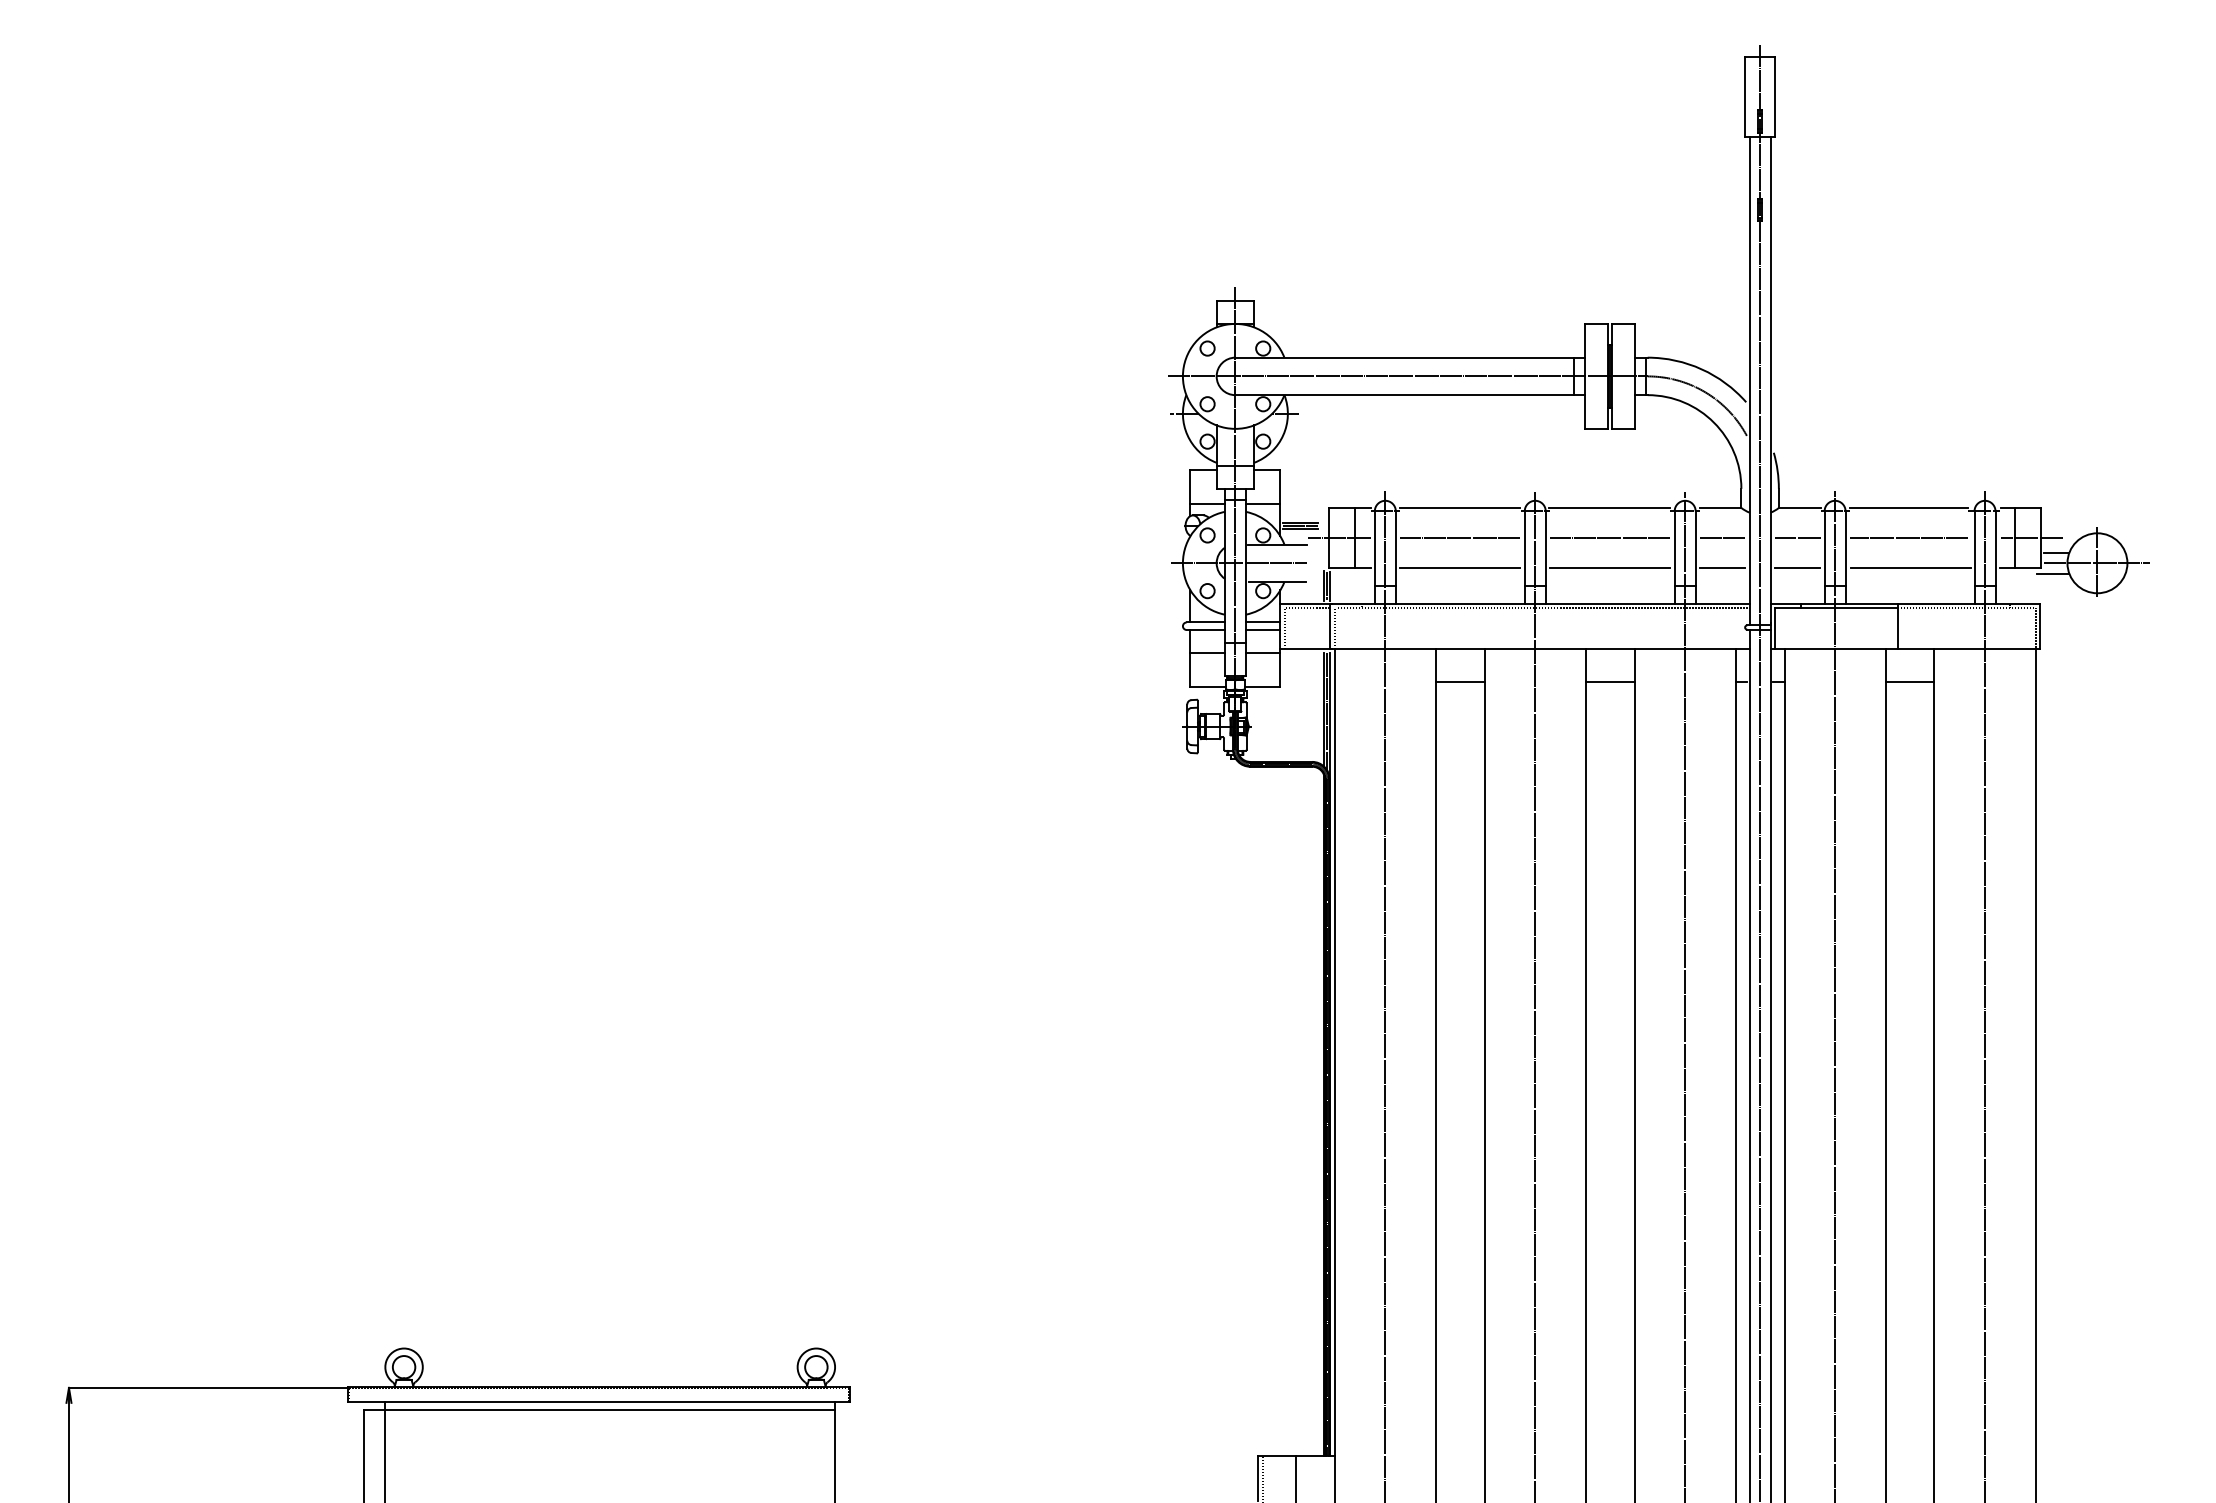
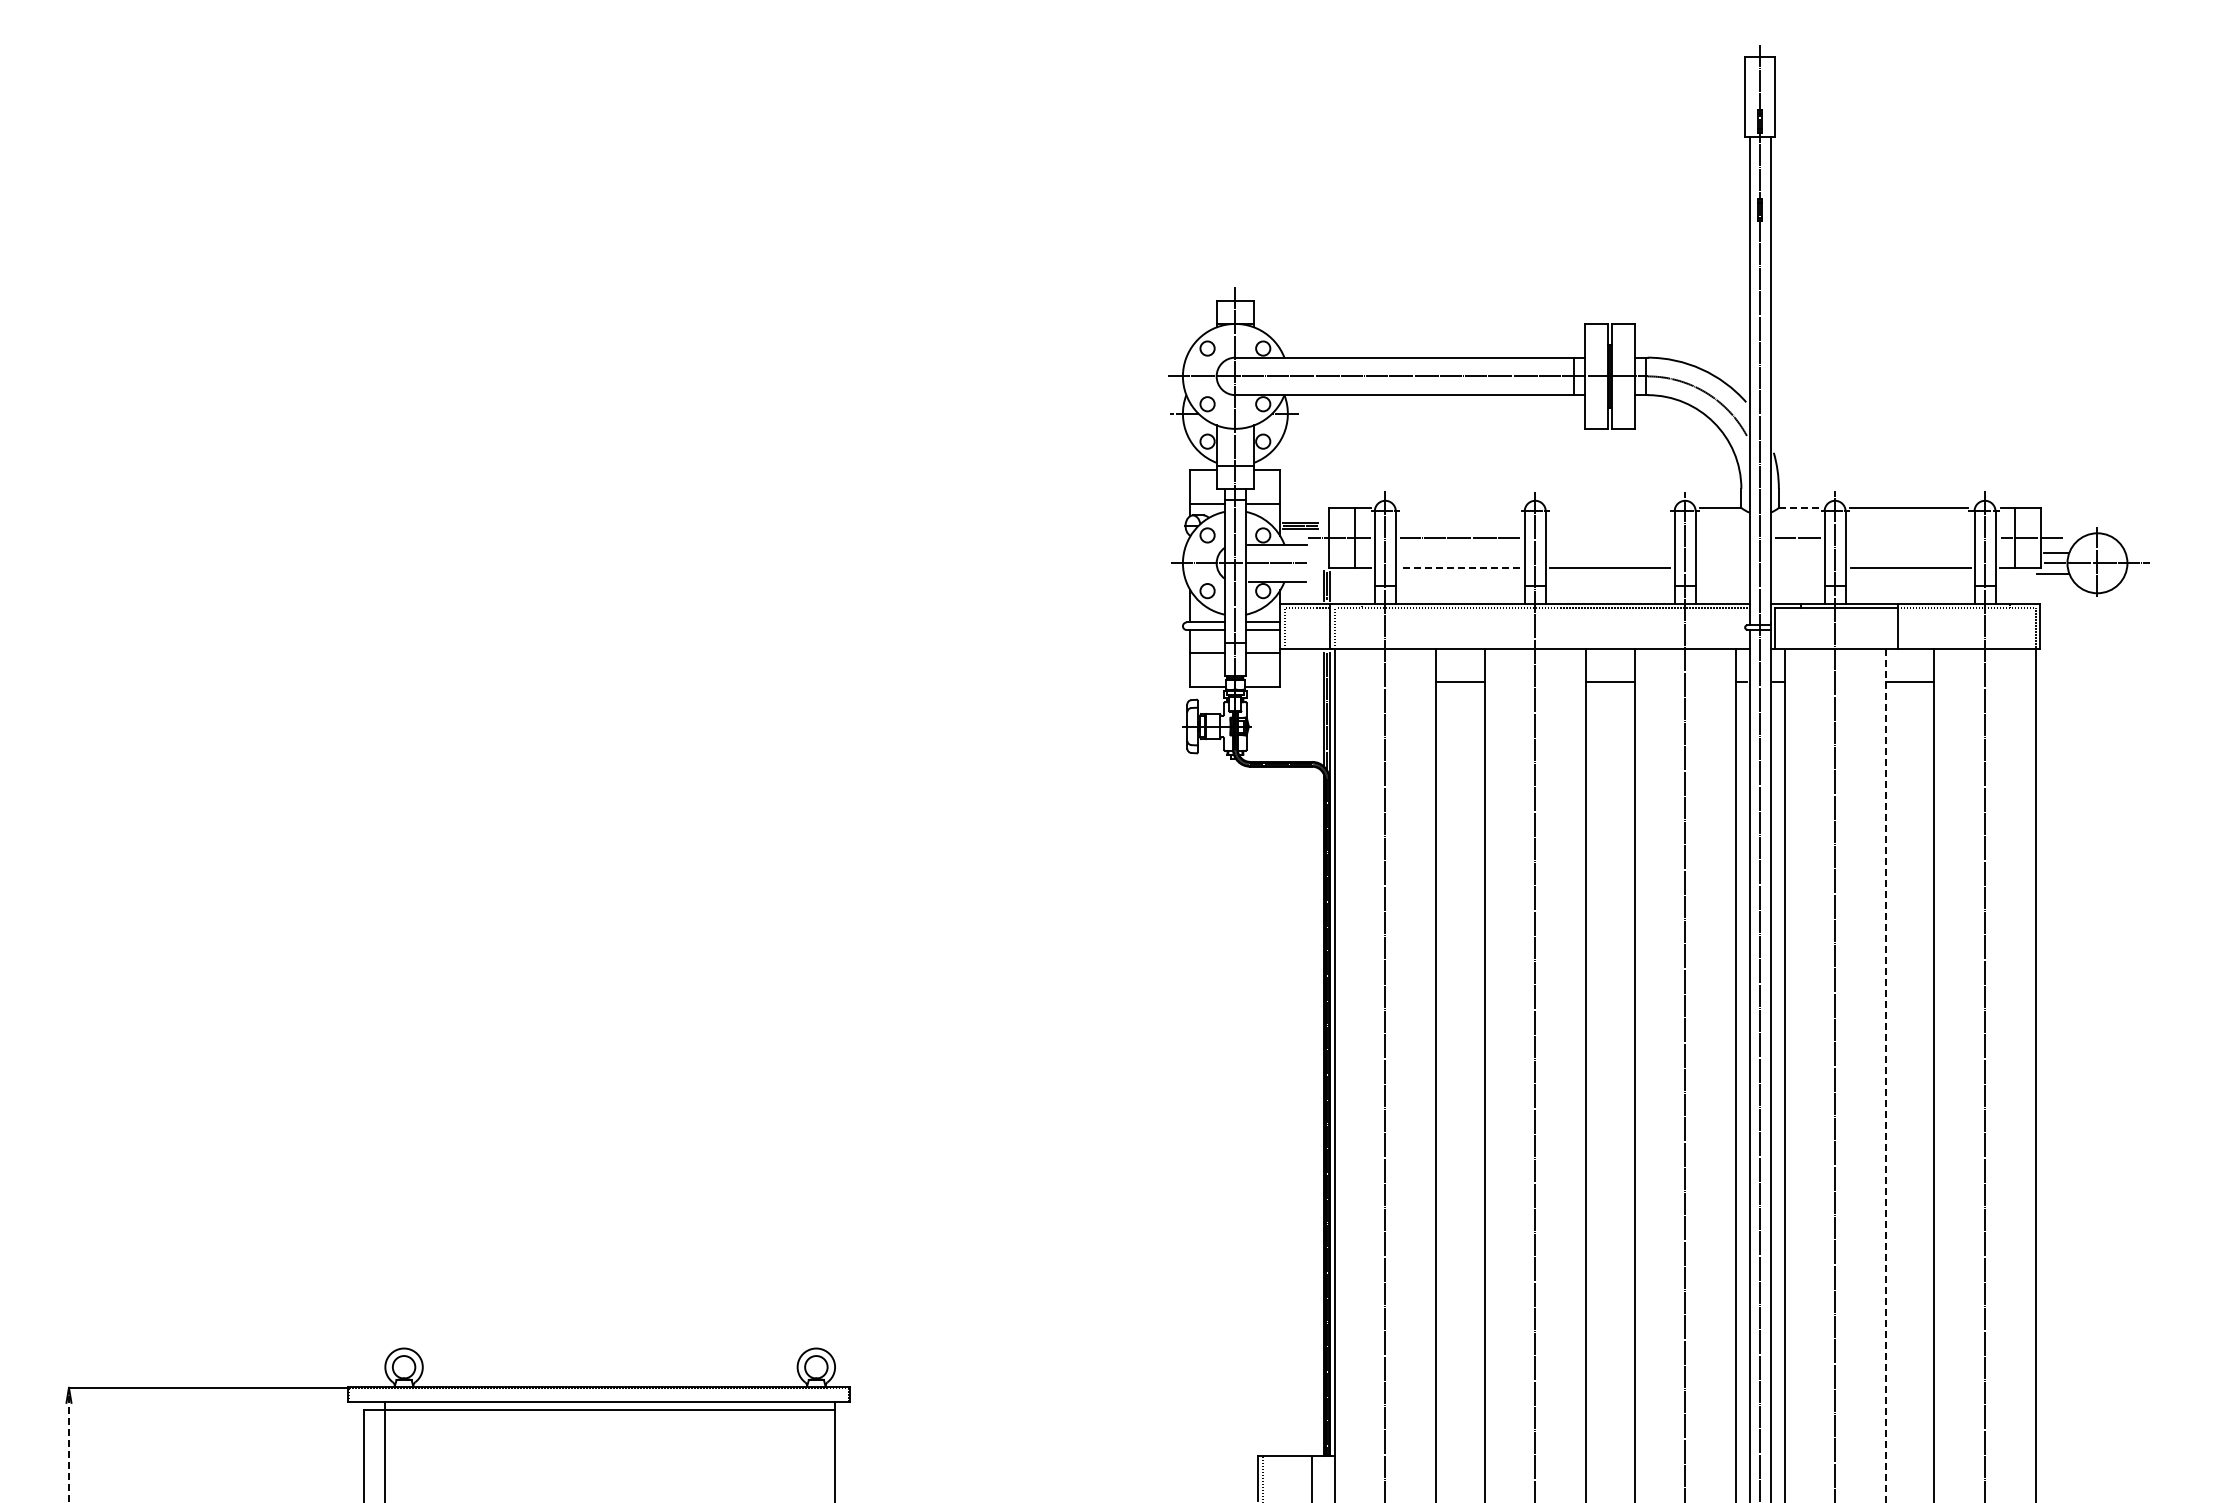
line at (1459, 507): present -> none
line at (1609, 507): present -> none
line at (1799, 507): solid -> dashed
line at (1609, 537): present -> none
line at (1722, 537): present -> none
line at (1909, 537): present -> none
line at (1460, 567): solid -> dashed
line at (1722, 567): present -> none
line at (1797, 567): present -> none
line at (1885, 1075): solid -> dashed
line at (68, 1444): solid -> dashed
line at (1295, 1477) position: (1295, 1477) -> (1311, 1477)
